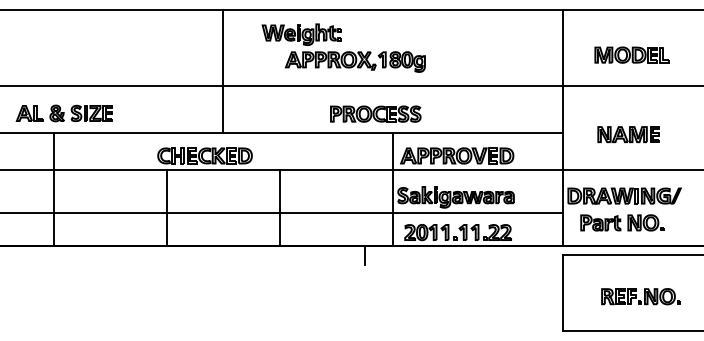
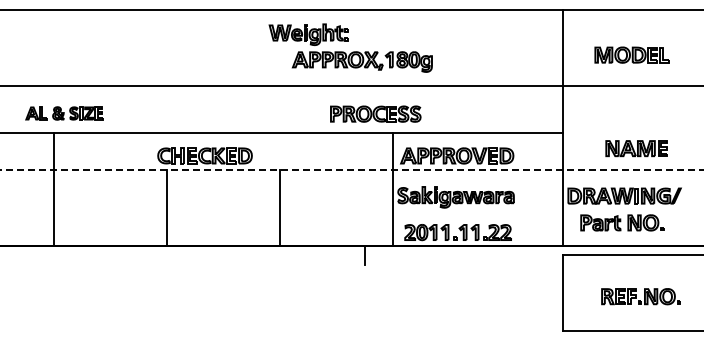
part at (343, 47) position: (343, 47) -> (350, 47)
line at (223, 71): present -> none
part at (63, 113) size: 98x19 px -> 79x15 px
part at (628, 134) position: (628, 134) -> (636, 148)
line at (352, 170): solid -> dashed
line at (282, 212): present -> none
